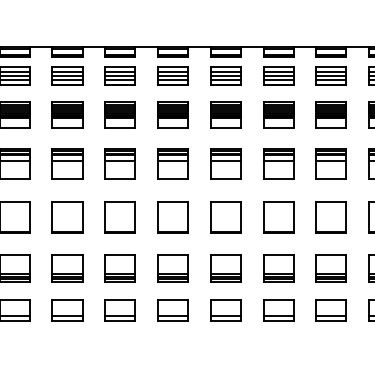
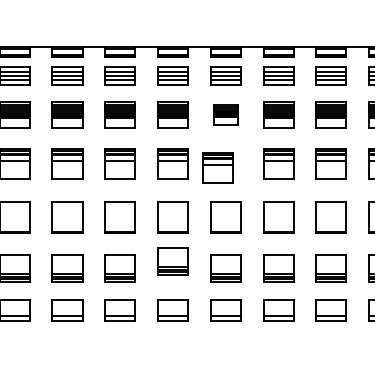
part at (225, 114) size: 32x28 px -> 26x22 px
part at (225, 163) position: (225, 163) -> (217, 167)
part at (172, 268) position: (172, 268) -> (172, 261)
